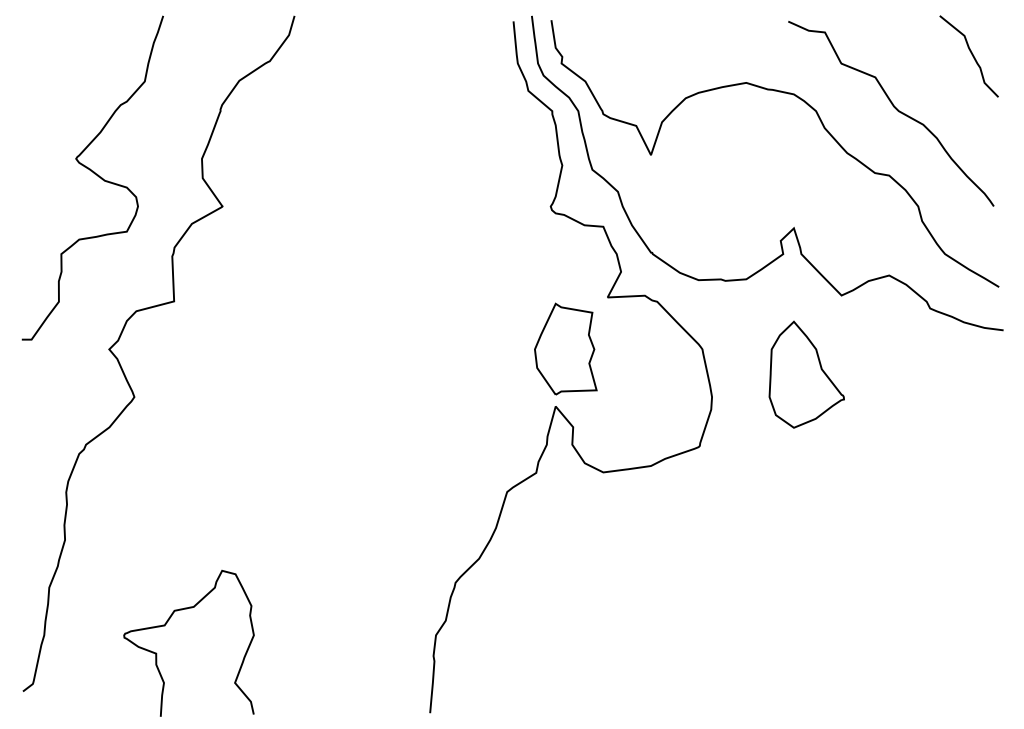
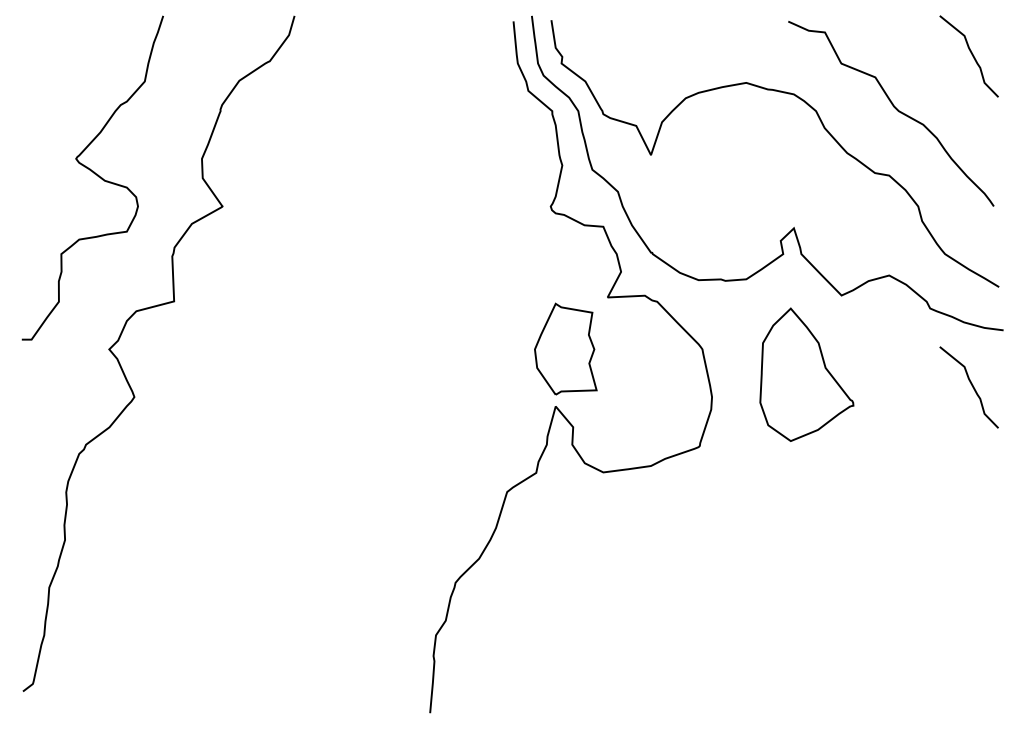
part at (806, 374) size: 77x109 px -> 96x135 px
curve at (970, 384): none -> present
curve at (165, 626): present -> none
